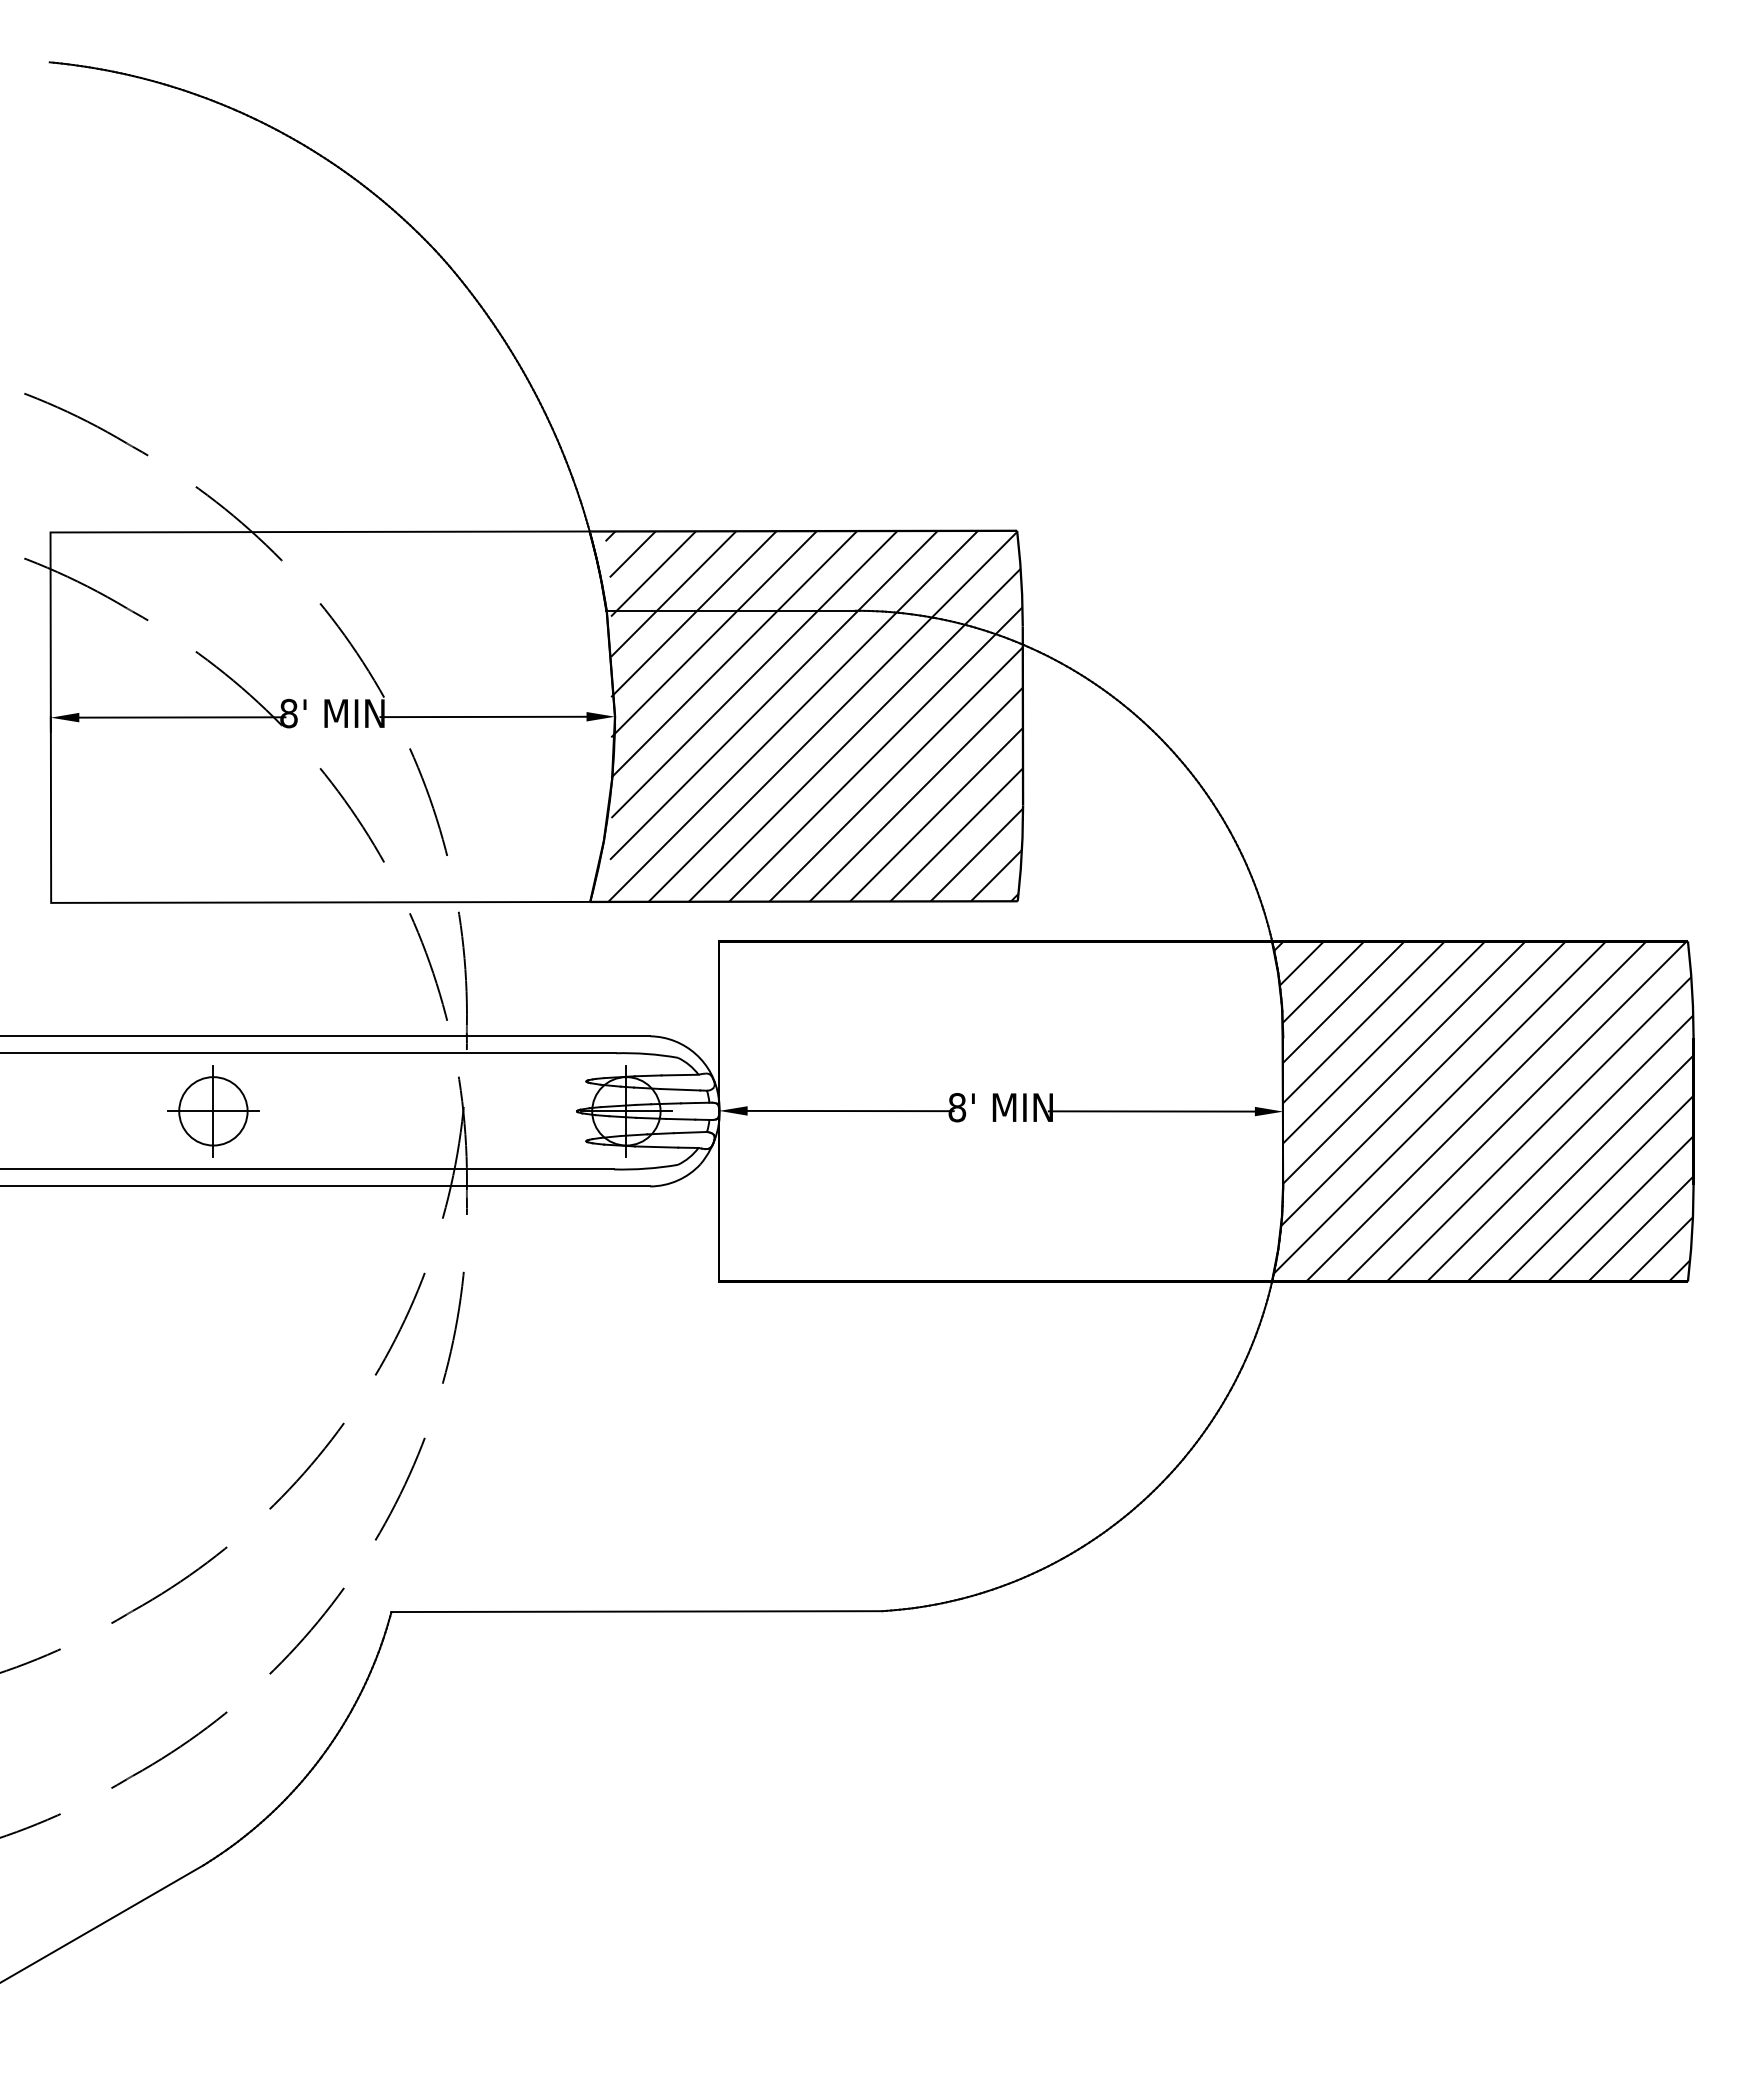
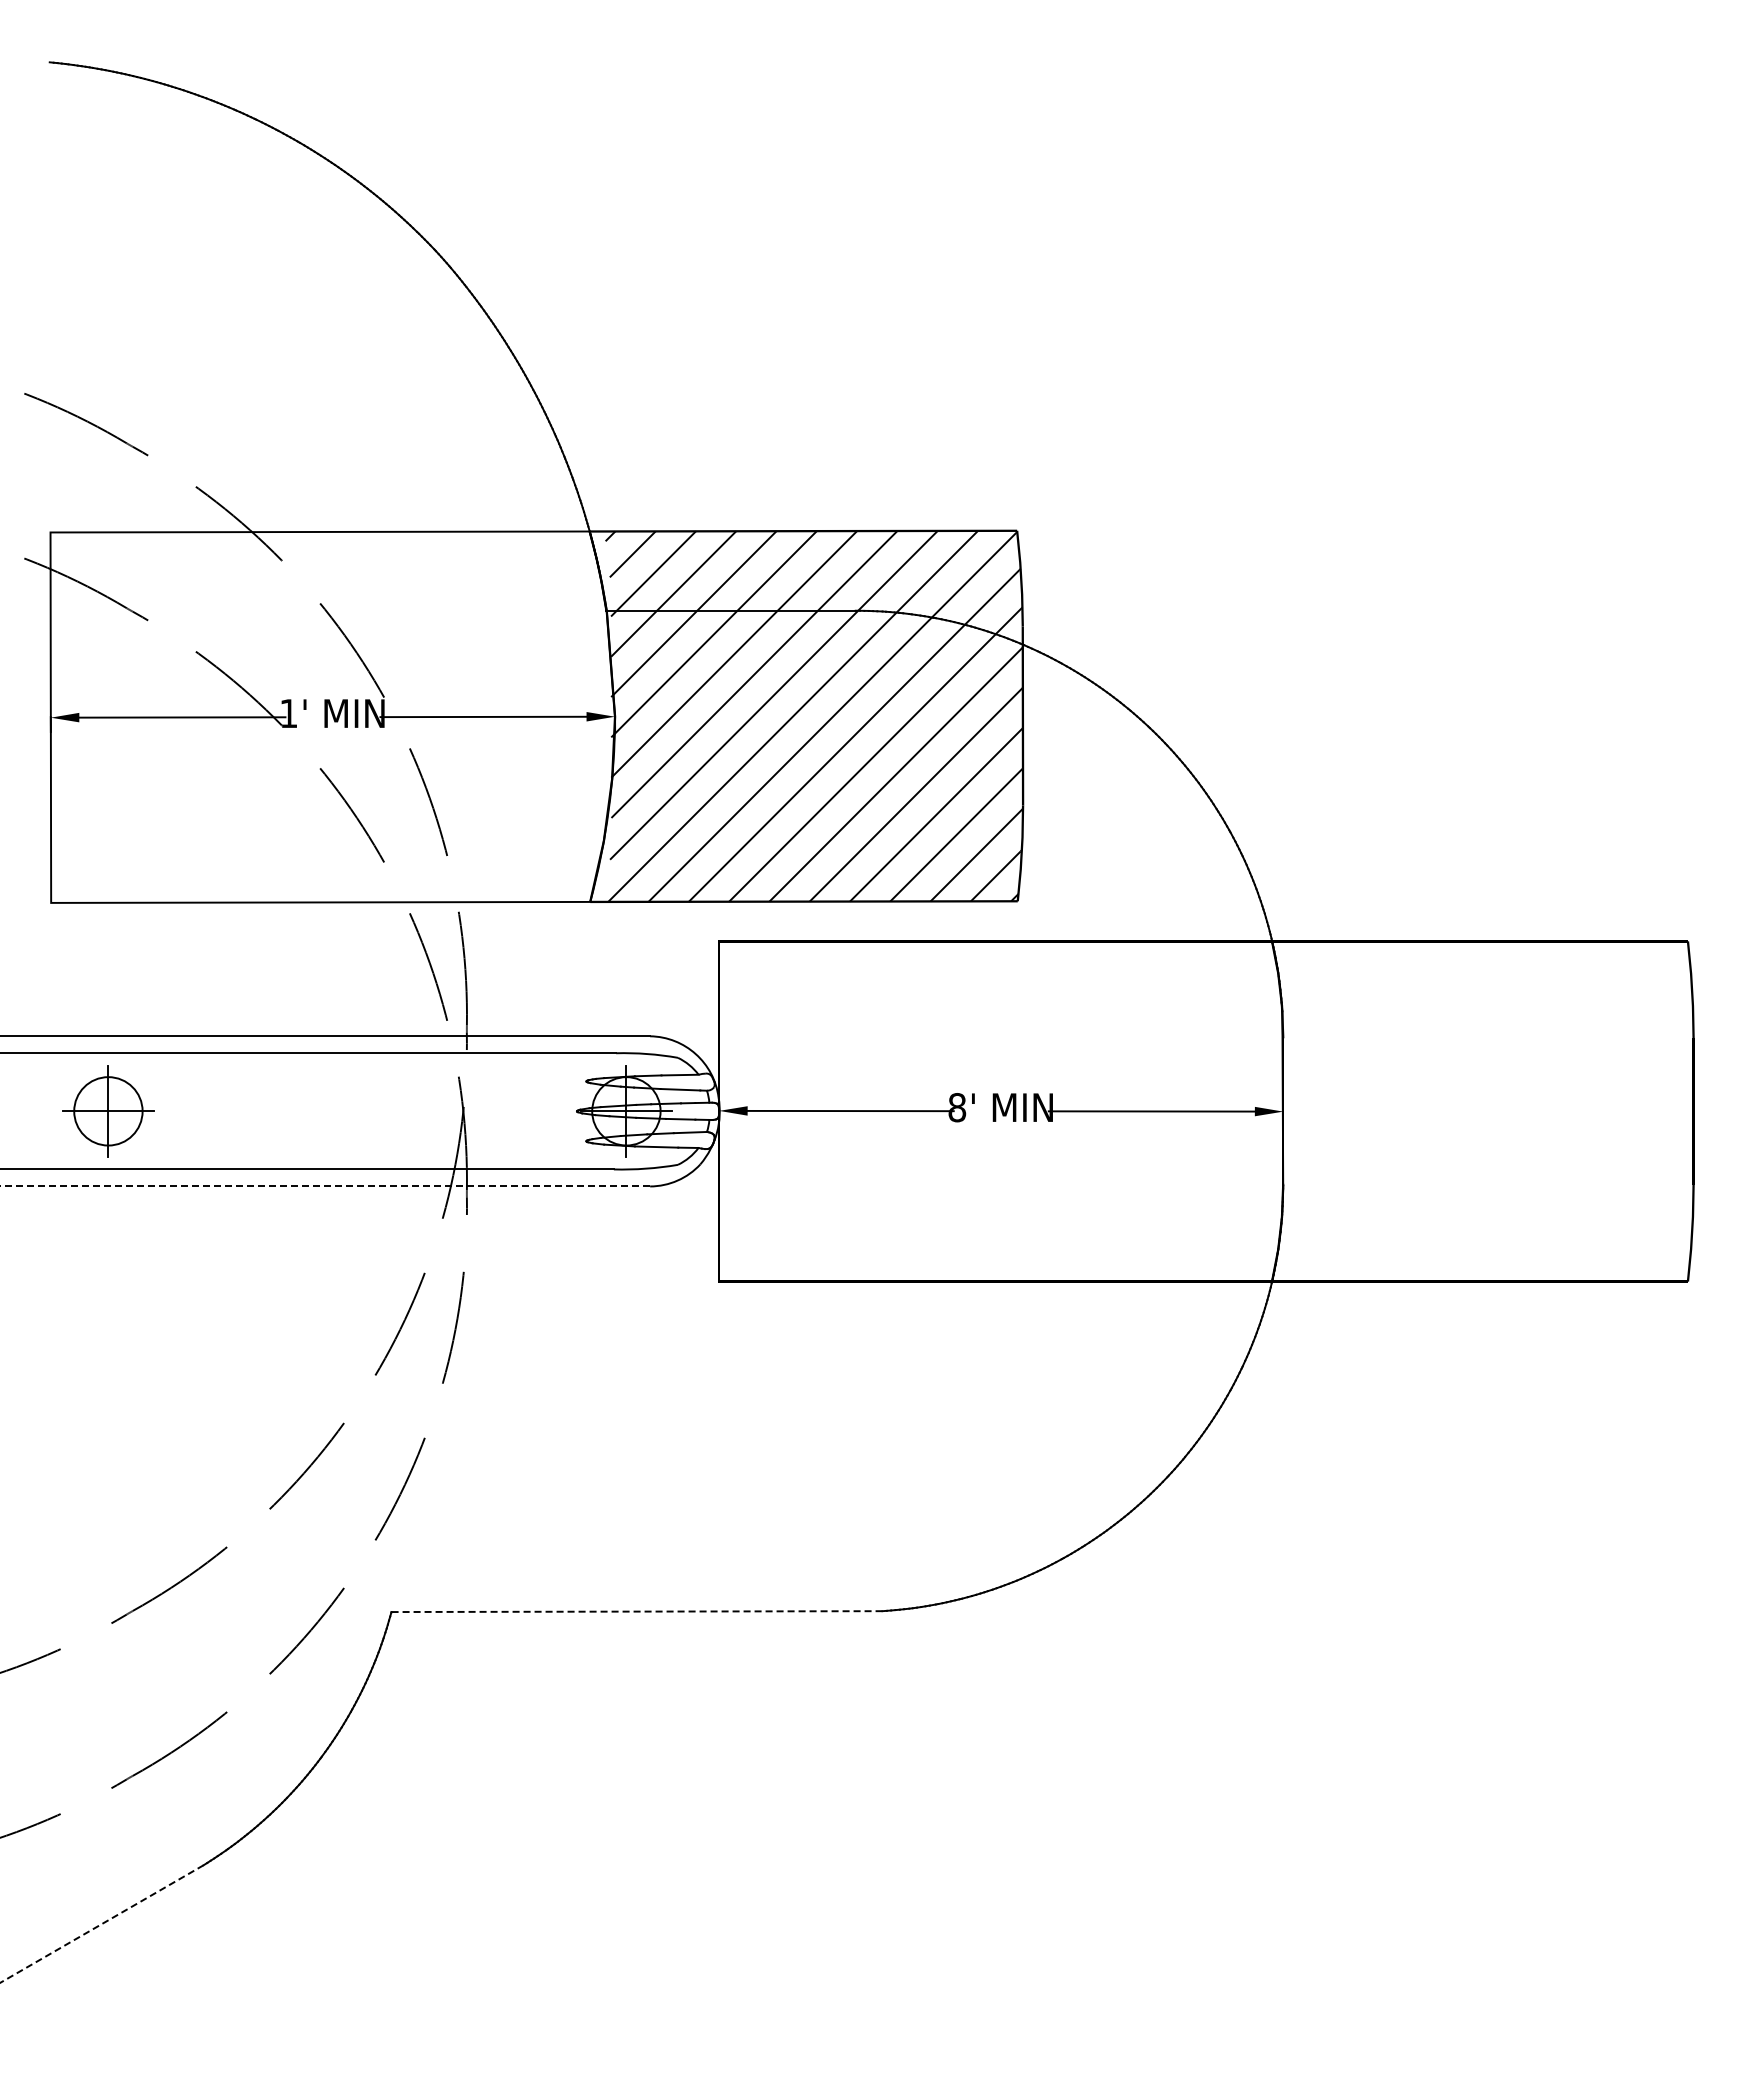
text at (288, 713): 8' -> 1'
part at (213, 1111) position: (213, 1111) -> (108, 1111)
hatch at (1483, 1111): present -> none
line at (325, 1186): solid -> dashed
line at (637, 1611): solid -> dashed
line at (101, 1924): solid -> dashed
